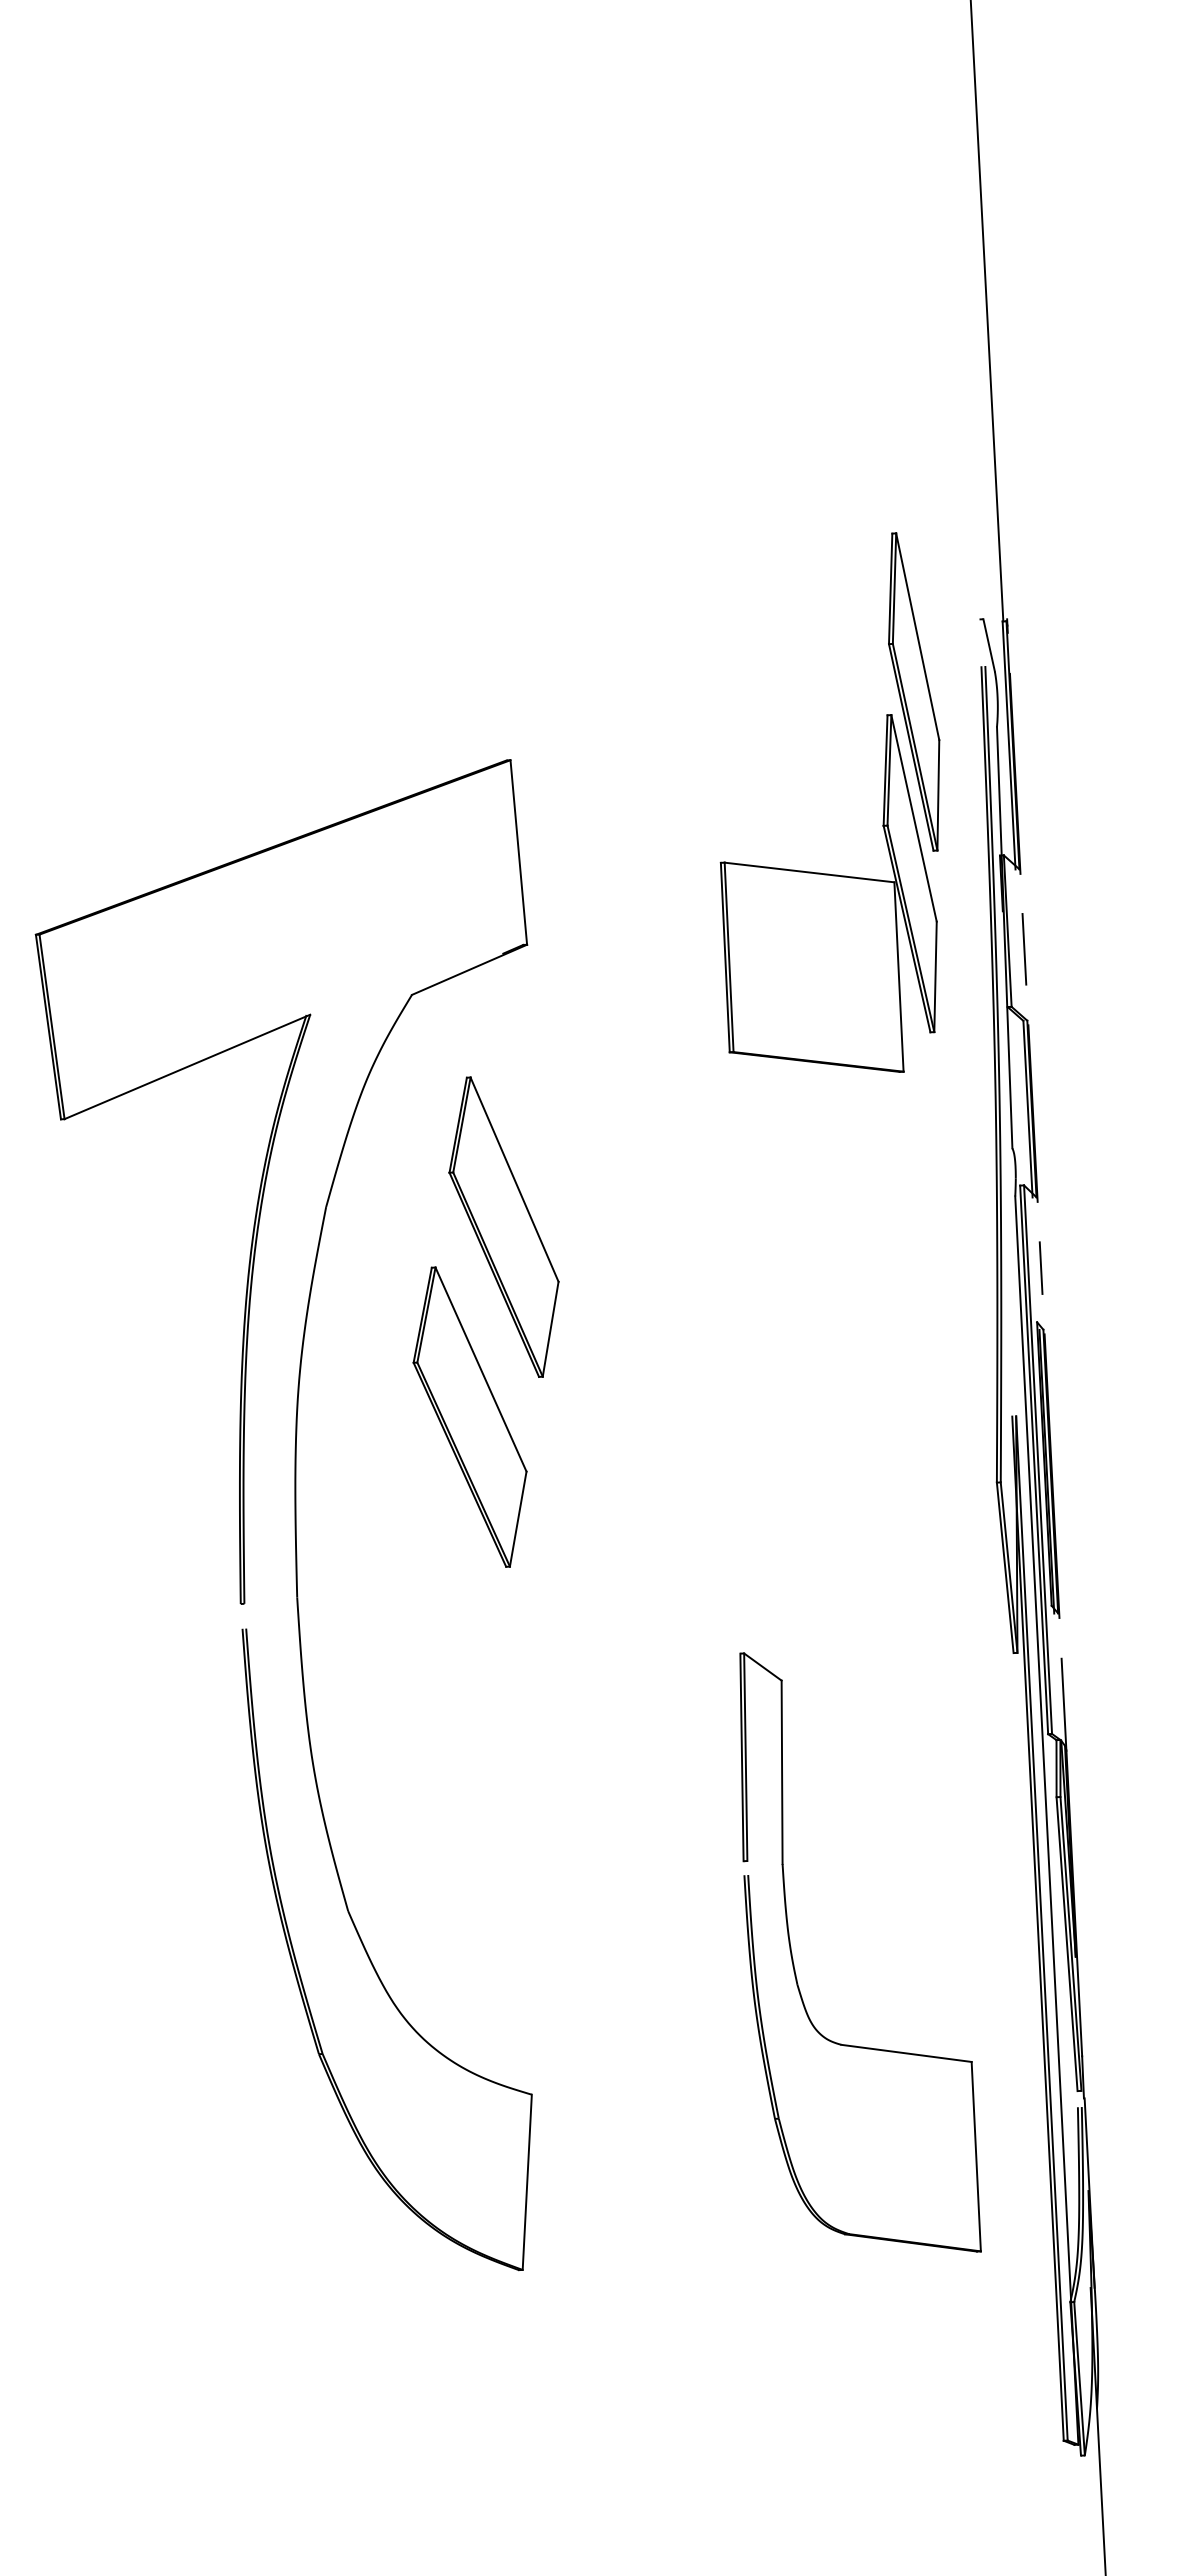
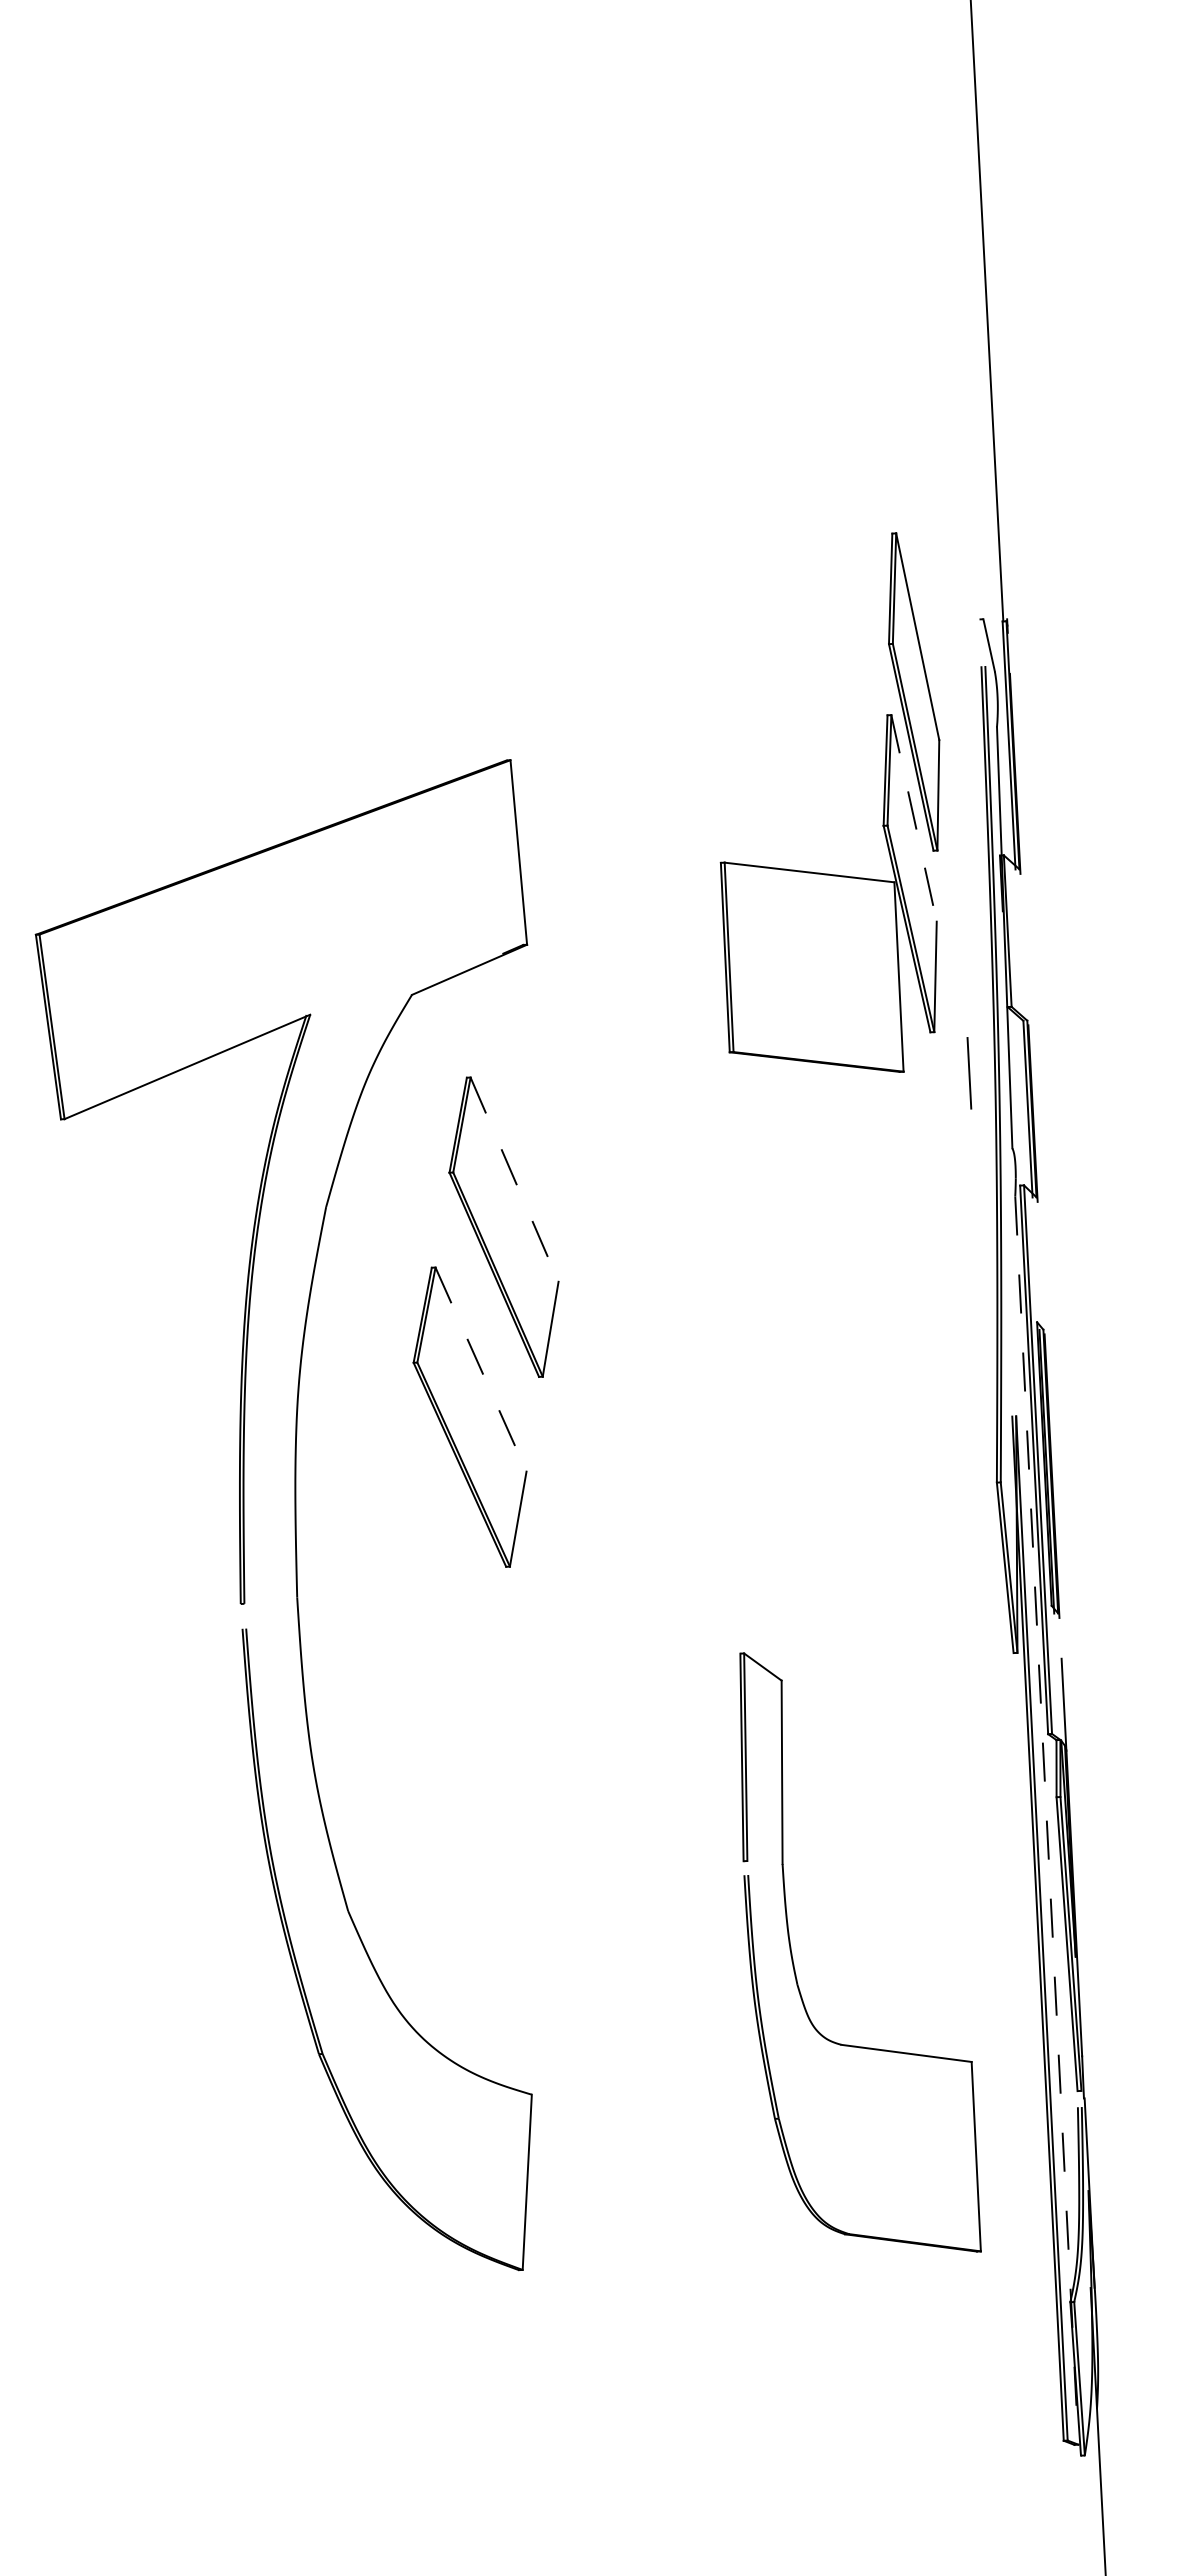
line at (914, 818): solid -> dashed
line at (1024, 949) position: (1024, 949) -> (969, 1073)
line at (514, 1180): solid -> dashed
line at (1040, 1267): present -> none
line at (481, 1369): solid -> dashed
line at (1046, 1820): solid -> dashed
